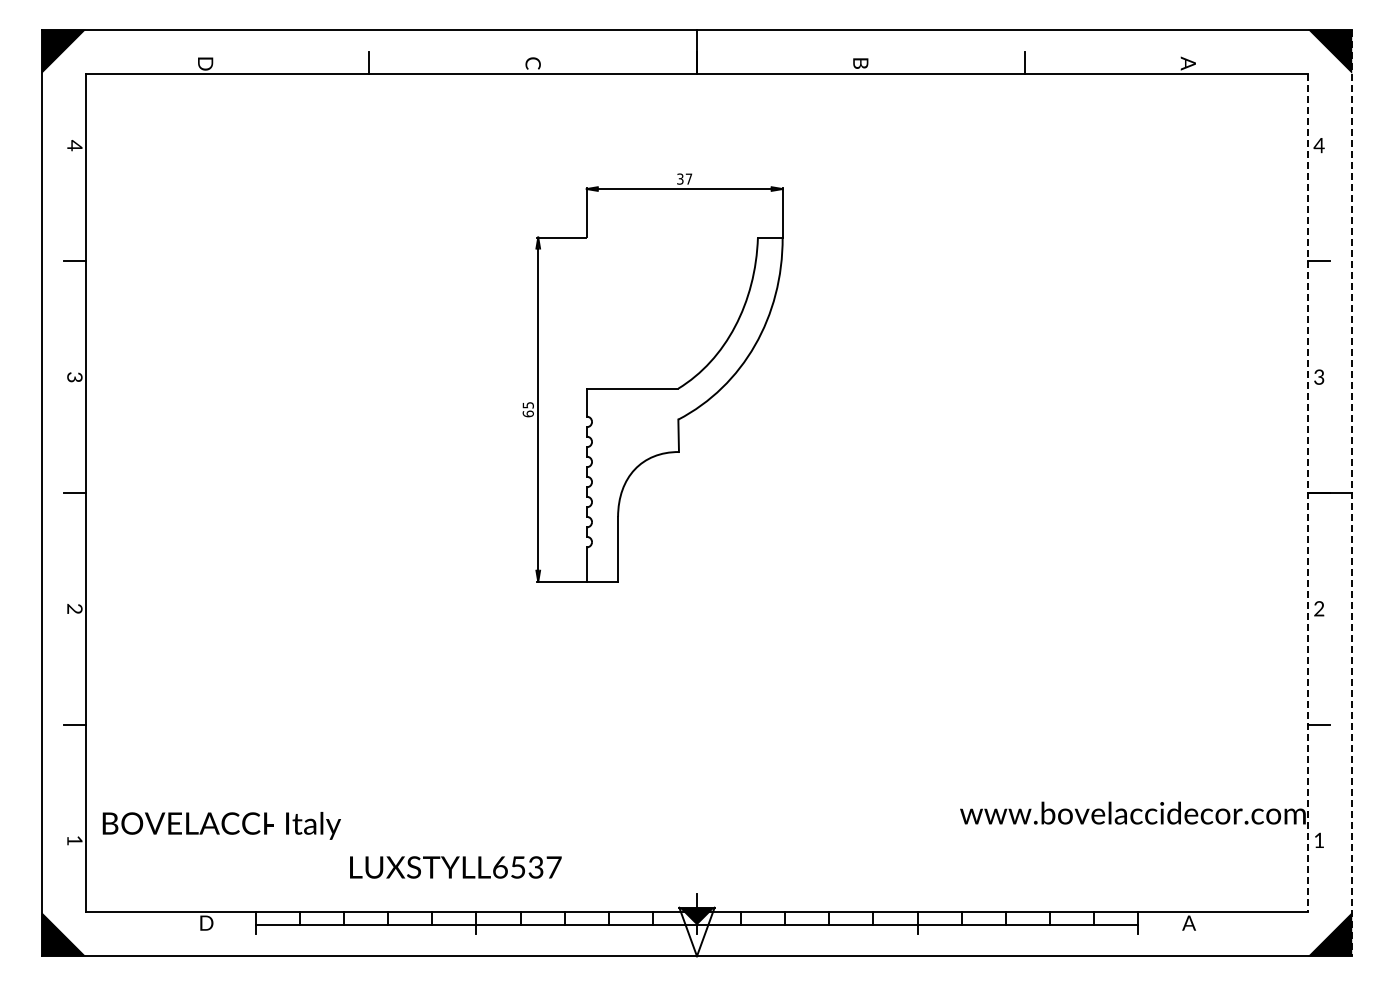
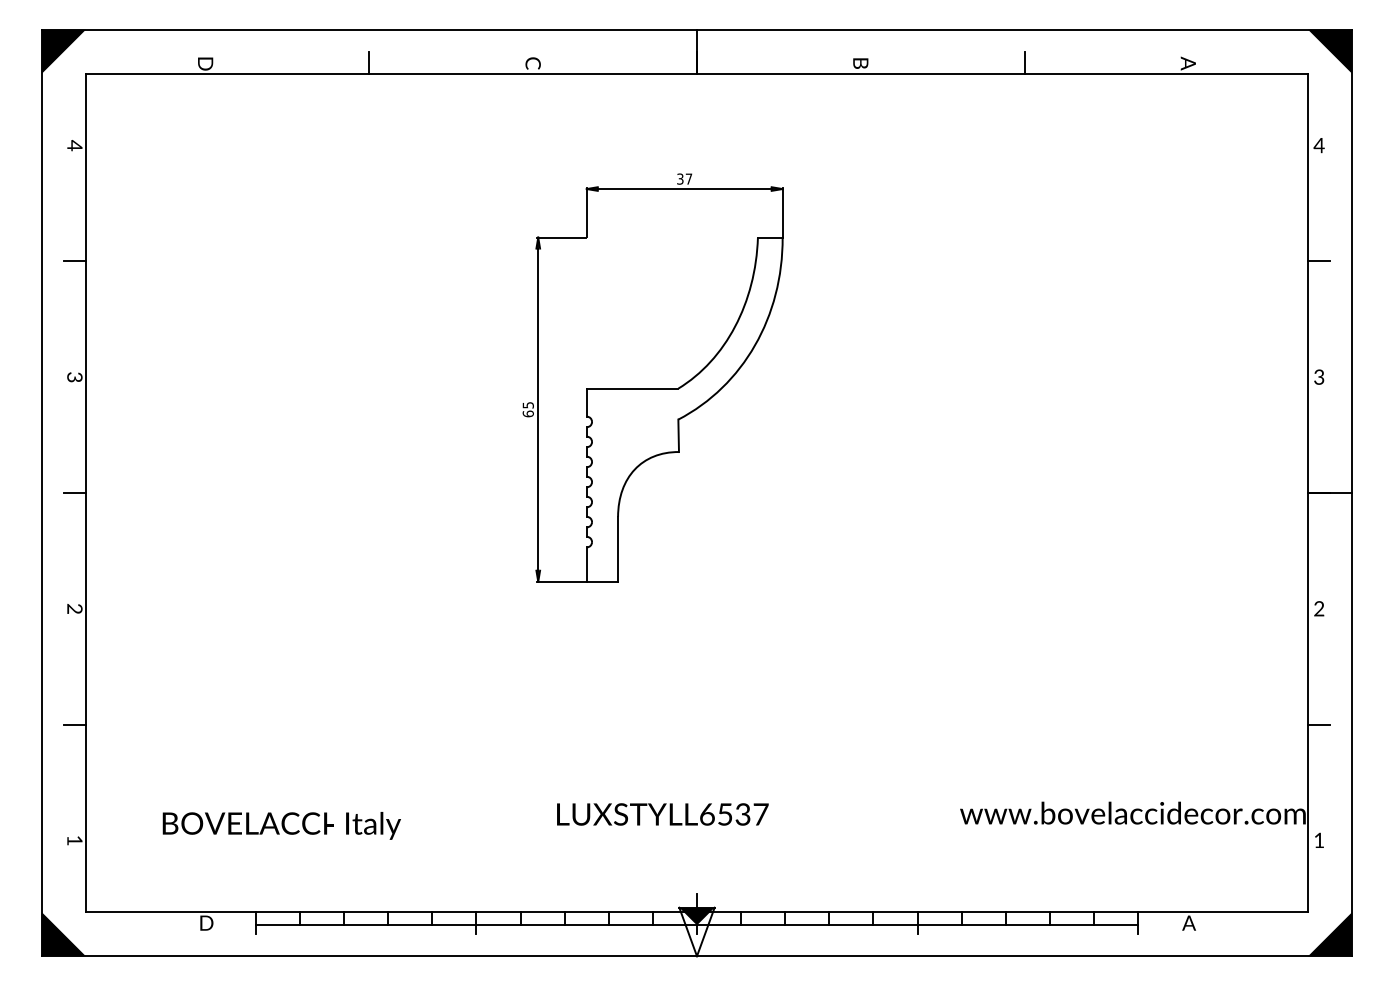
line at (1308, 493): dashed -> solid
line at (1352, 493): dashed -> solid
text at (221, 825) position: (221, 825) -> (281, 825)
text at (455, 867) position: (455, 867) -> (662, 814)
